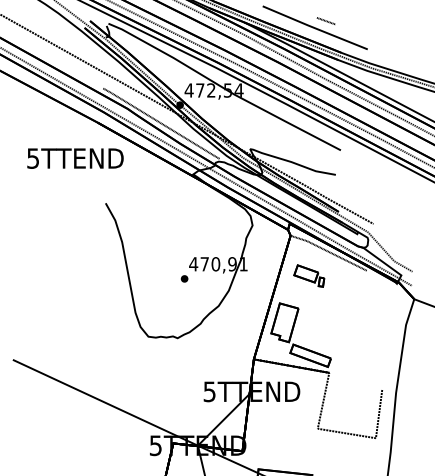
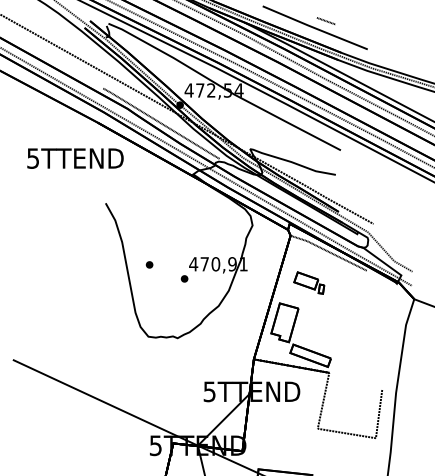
part at (149, 264): none -> present
part at (309, 275) position: (309, 275) -> (309, 282)
